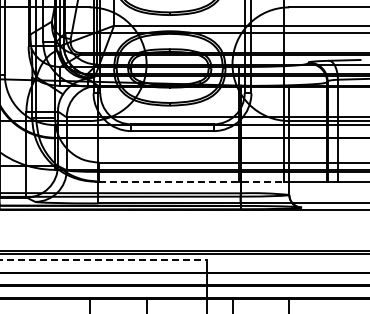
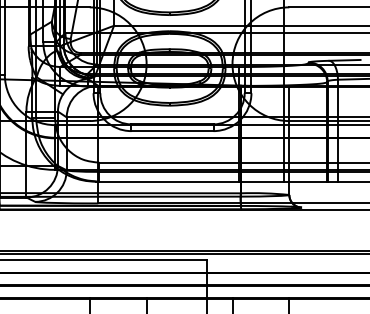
line at (192, 181): dashed -> solid
line at (104, 259): dashed -> solid
